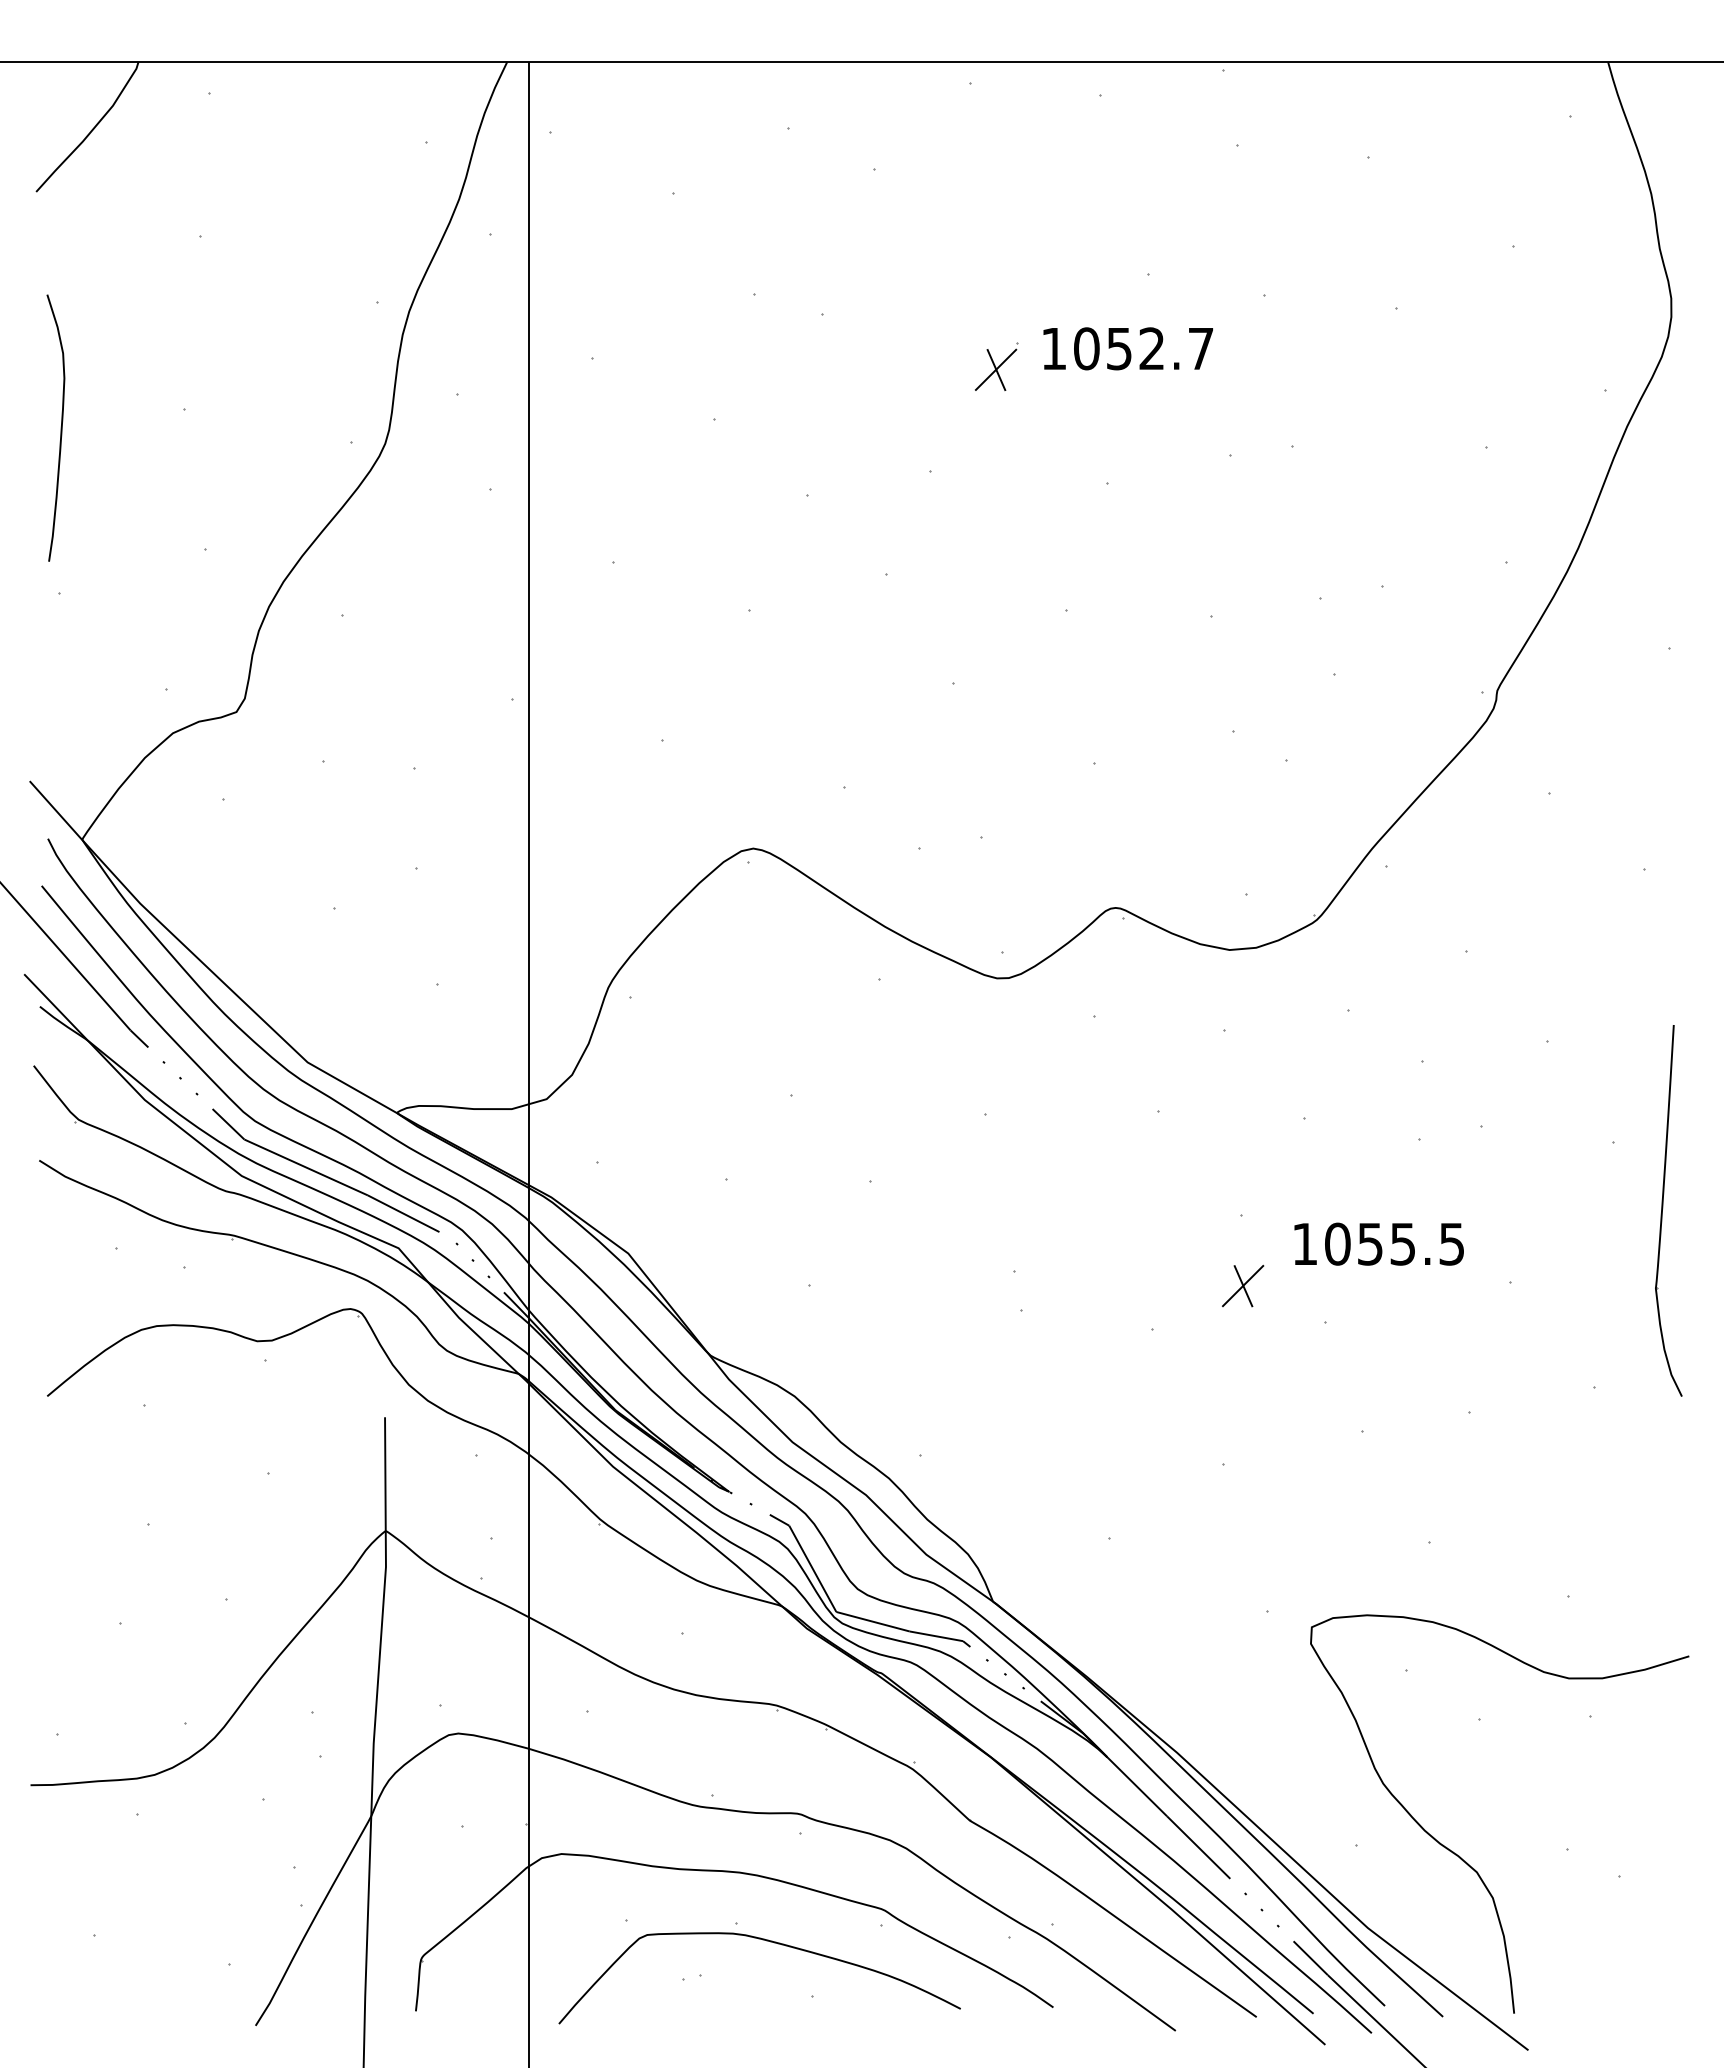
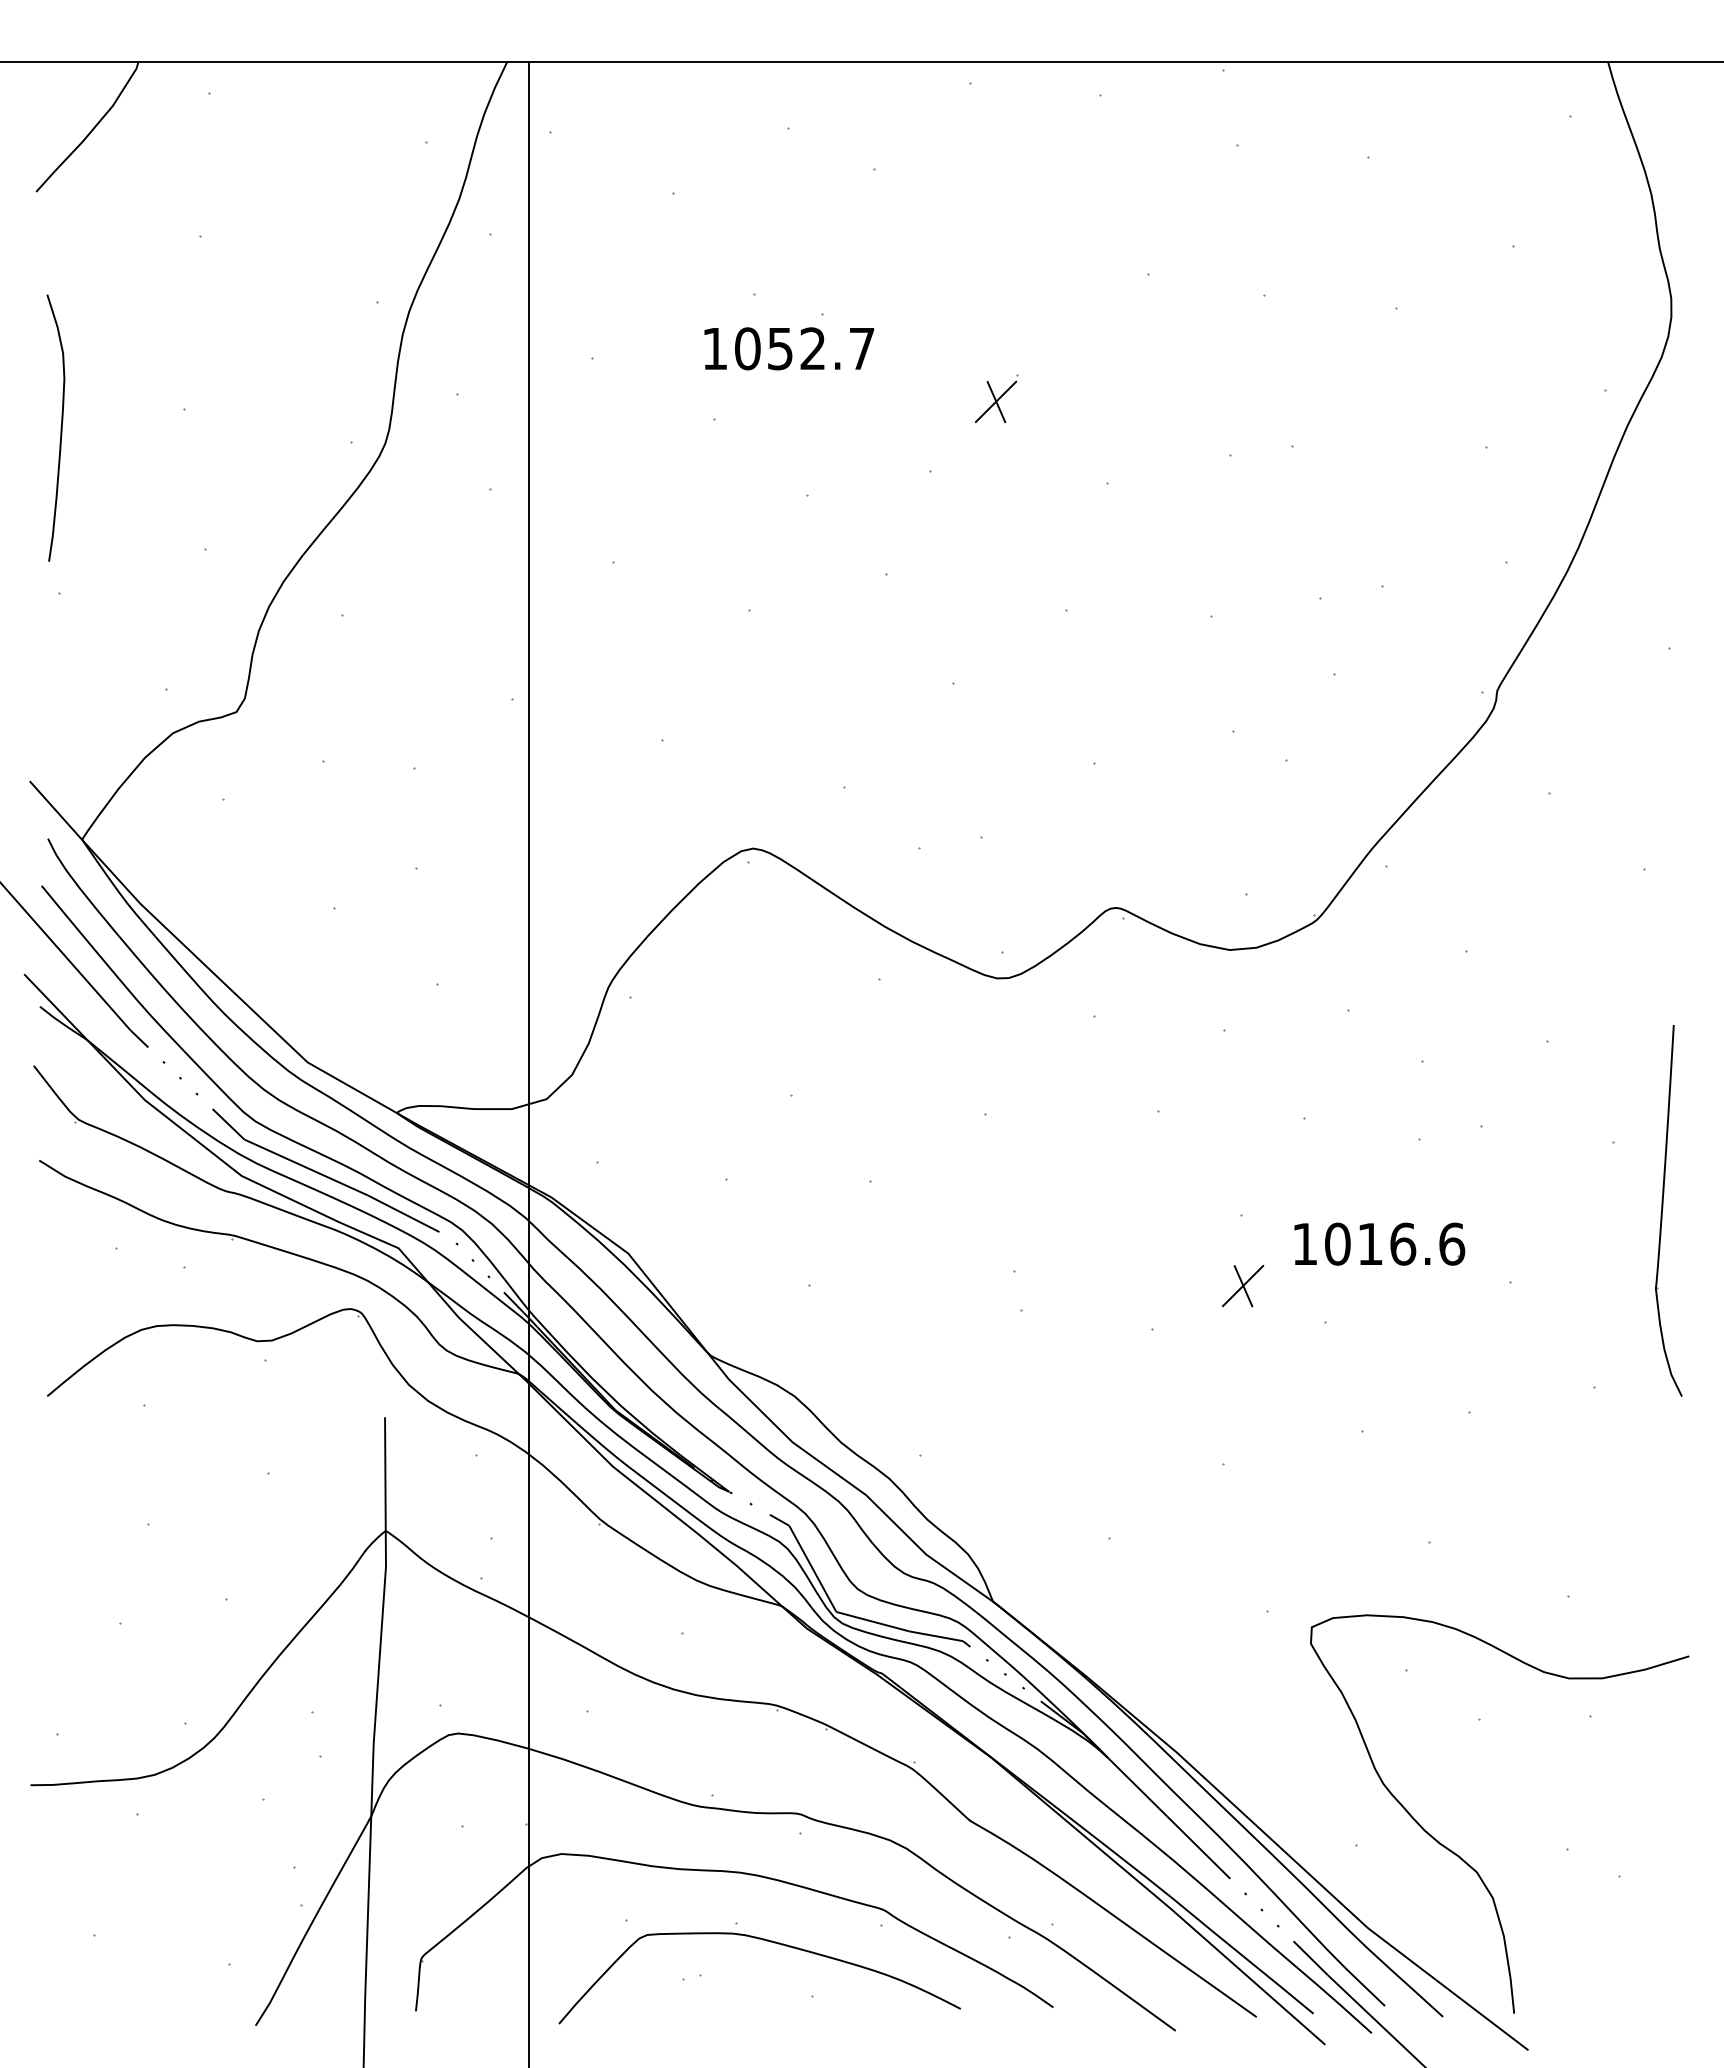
text at (1127, 348) position: (1127, 348) -> (788, 348)
part at (996, 366) position: (996, 366) -> (996, 398)
text at (1411, 1243): 1055.5 -> 1016.6
